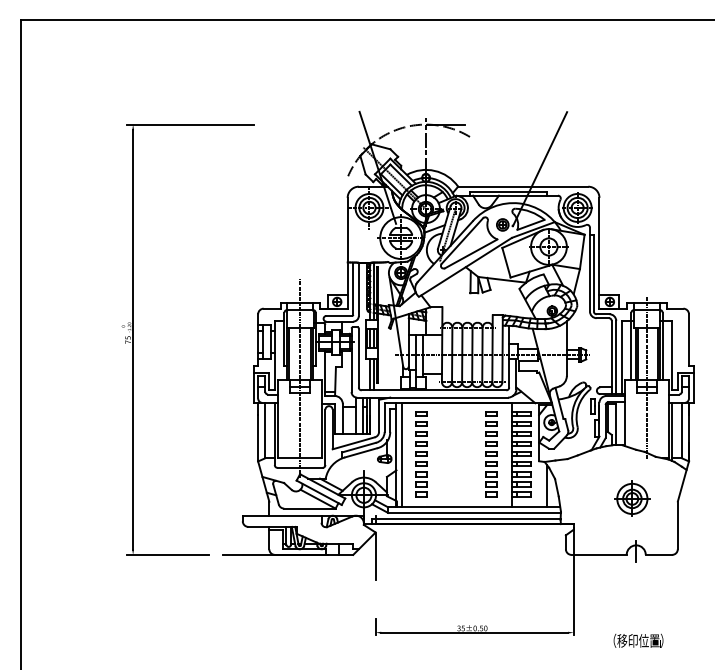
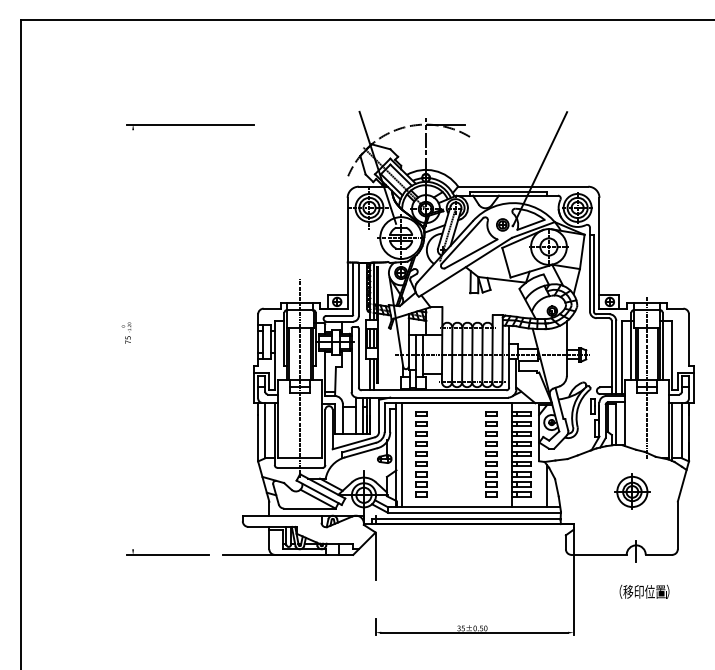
line at (133, 339): present -> none
part at (632, 498) position: (632, 498) -> (632, 491)
text at (638, 640) position: (638, 640) -> (644, 591)
